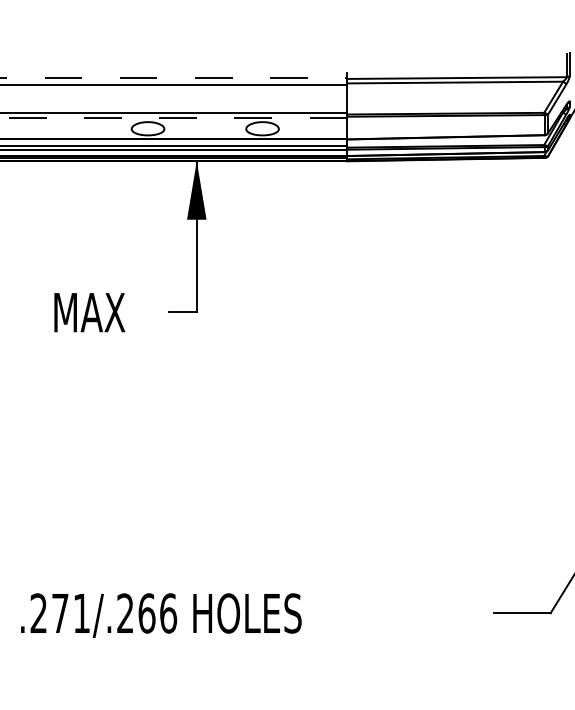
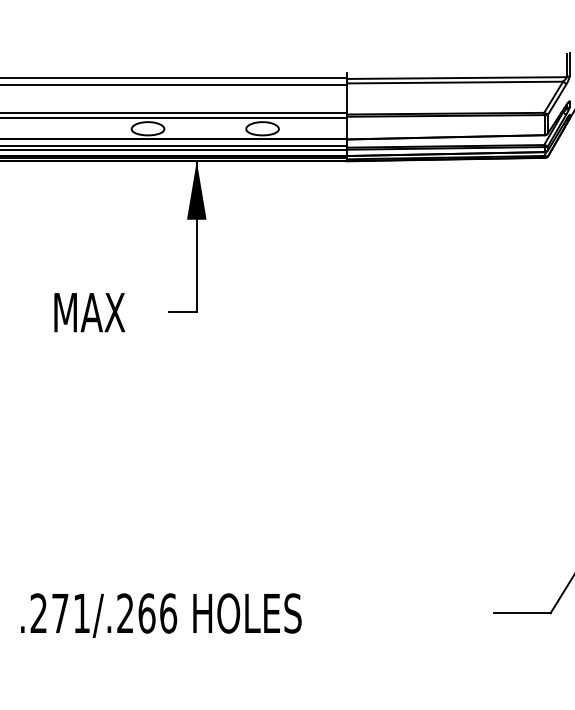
line at (174, 78): dashed -> solid
line at (173, 117): dashed -> solid
